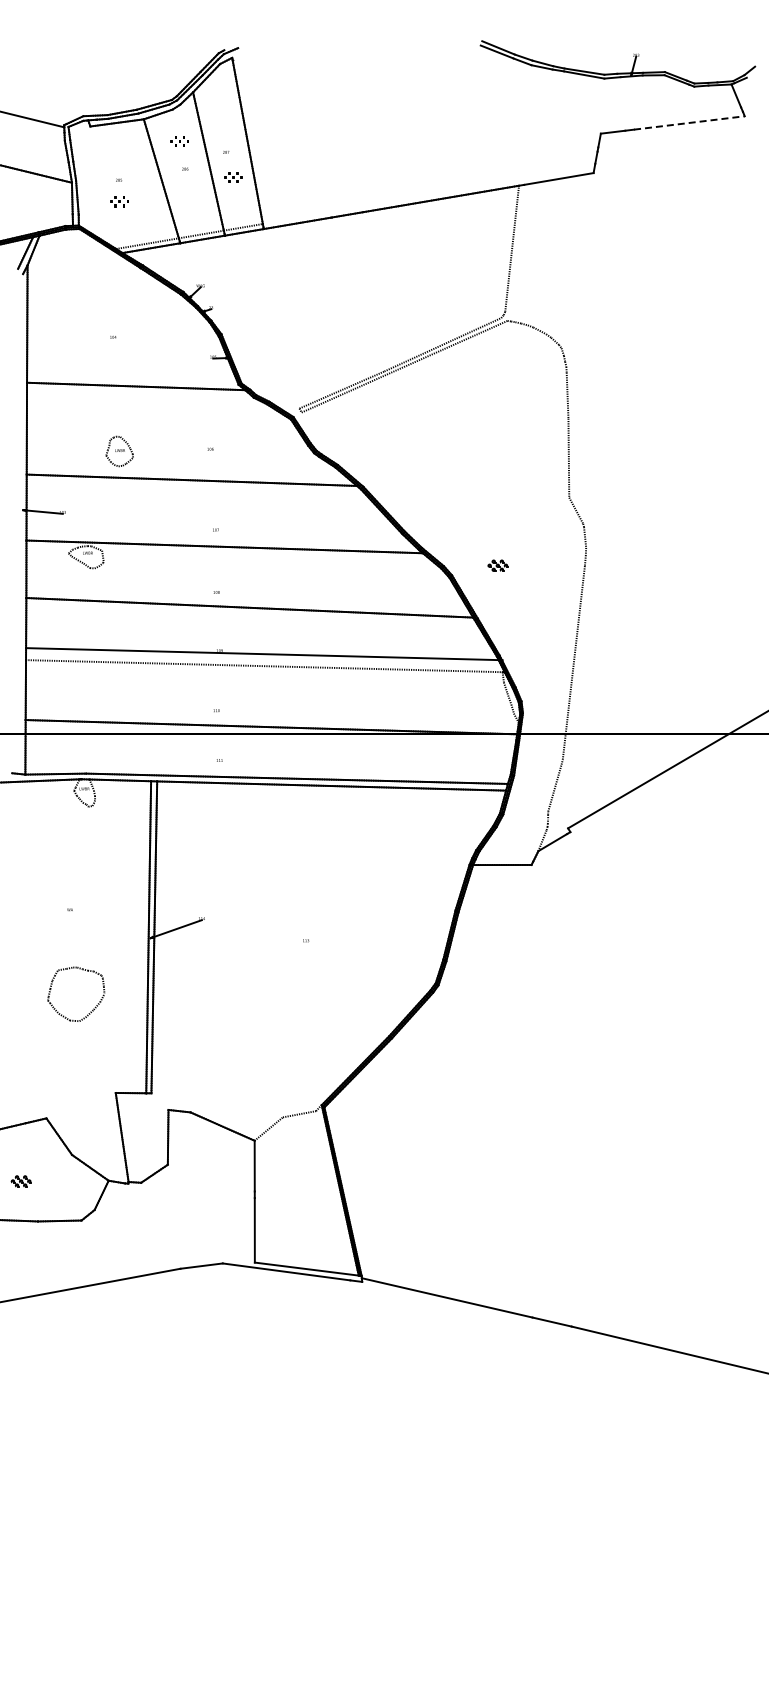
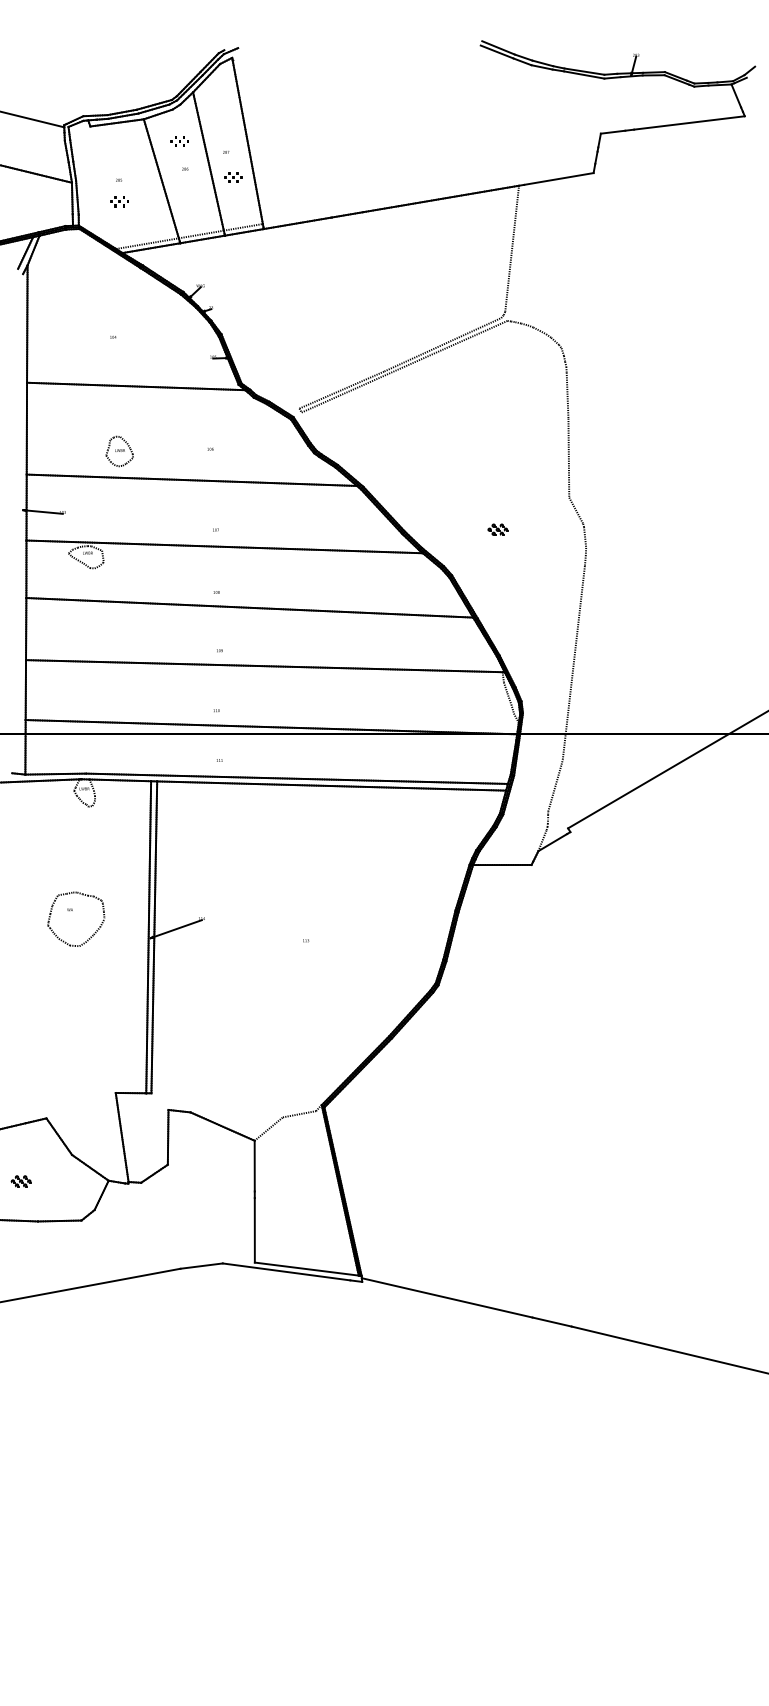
line at (689, 122): dashed -> solid
part at (497, 565) position: (497, 565) -> (497, 529)
line at (264, 654) position: (264, 654) -> (264, 666)
part at (92, 1009) position: (92, 1009) -> (92, 934)
